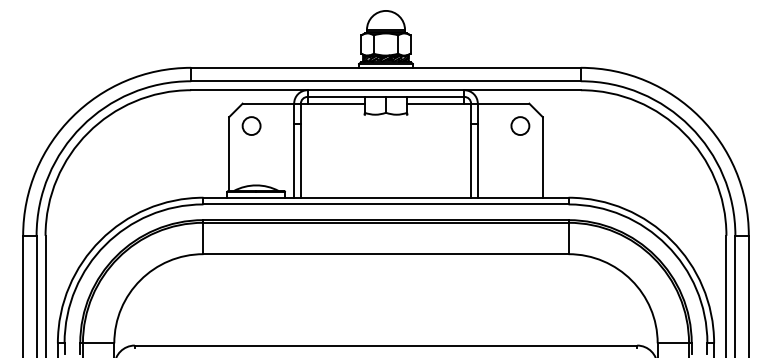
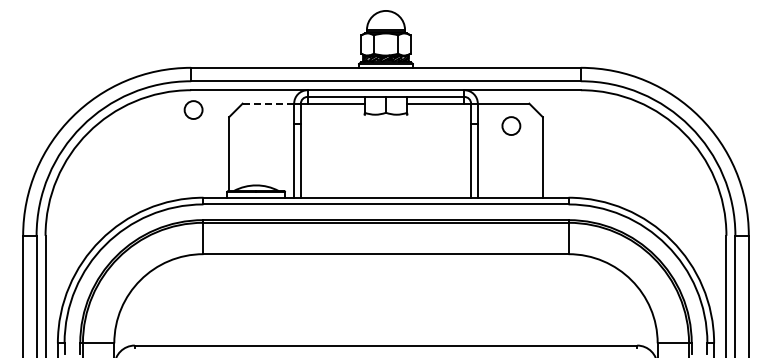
line at (268, 103): solid -> dashed
circle at (251, 125) position: (251, 125) -> (193, 109)
circle at (520, 125) position: (520, 125) -> (511, 125)
